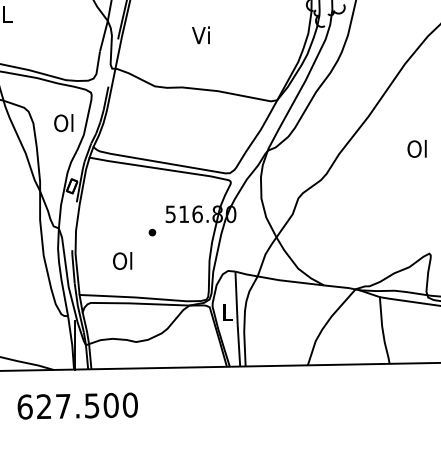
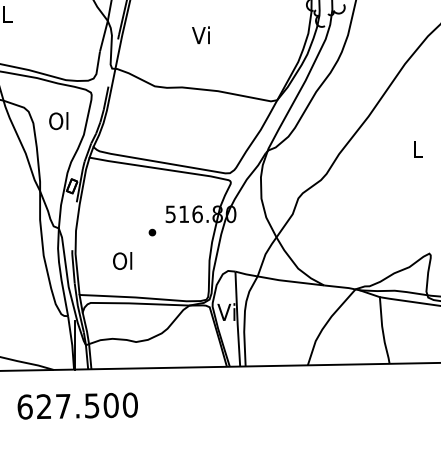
text at (63, 123) position: (63, 123) -> (58, 121)
text at (416, 148): Ol -> L
text at (226, 311): L -> Vi
